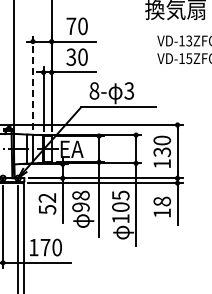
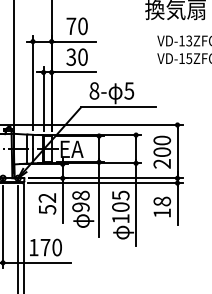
line at (32, 82): dashed -> solid
text at (129, 90): 3 -> 5
text at (161, 157): 130 -> 200
